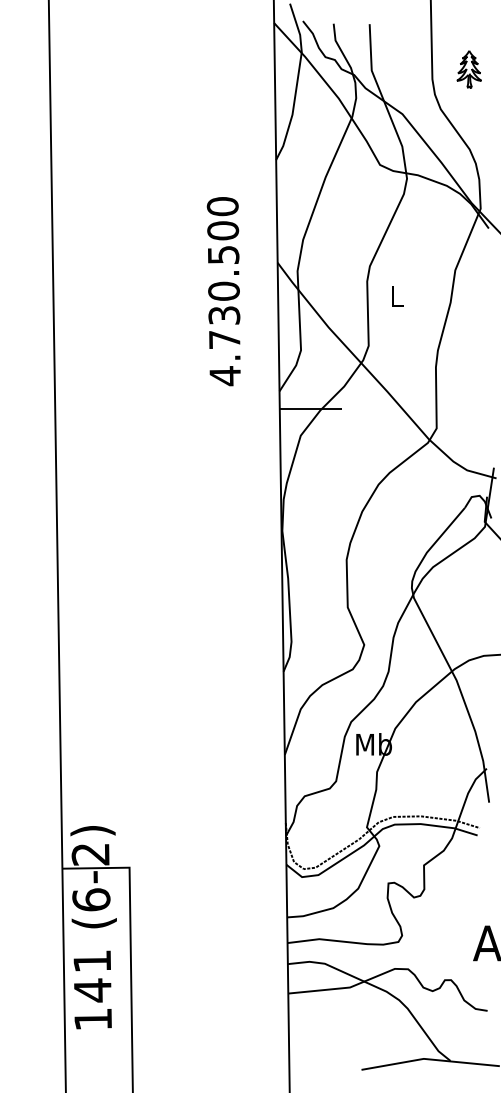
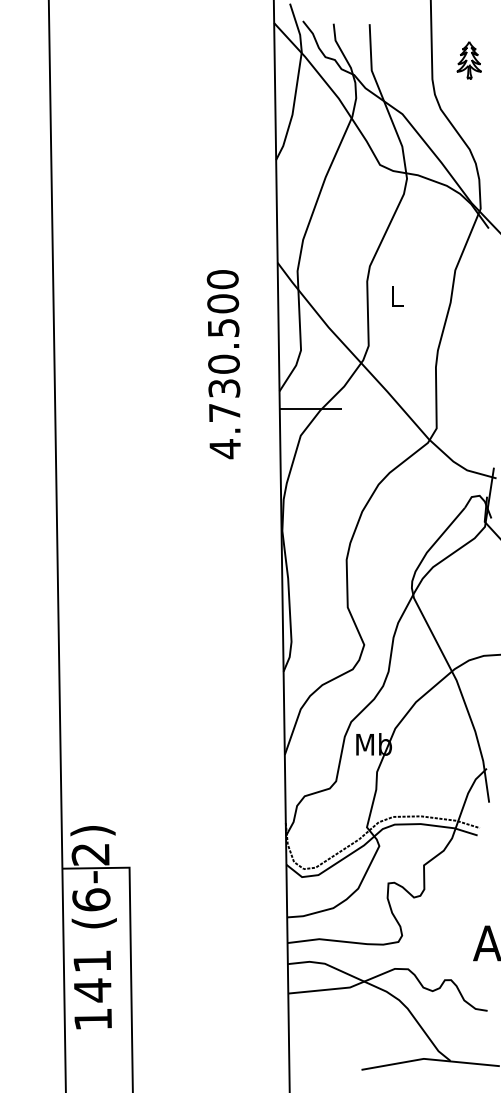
part at (468, 69) position: (468, 69) -> (468, 60)
text at (223, 291) position: (223, 291) -> (223, 364)
